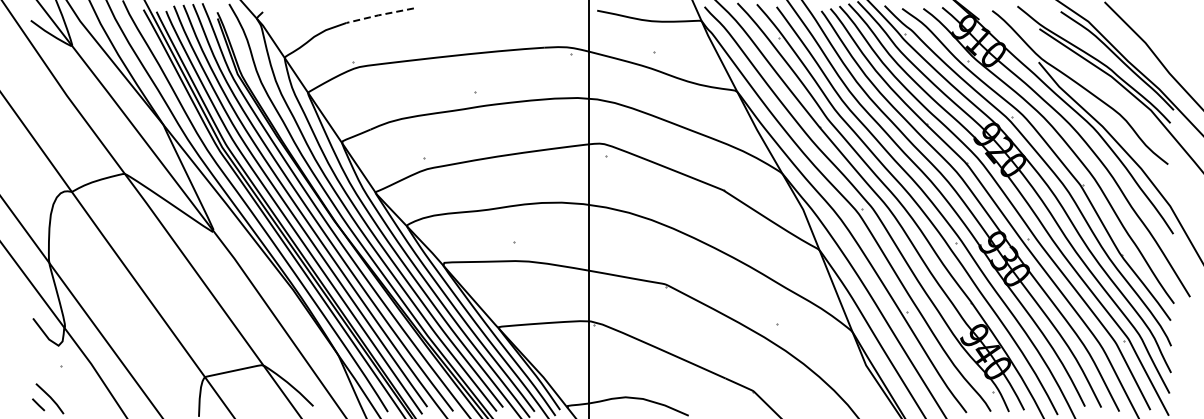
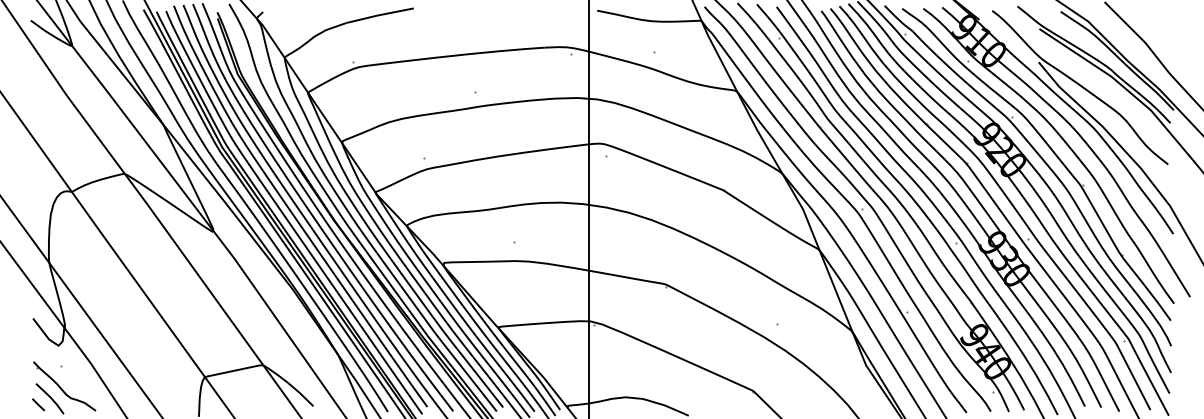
line at (379, 15): dashed -> solid
part at (64, 386): none -> present
